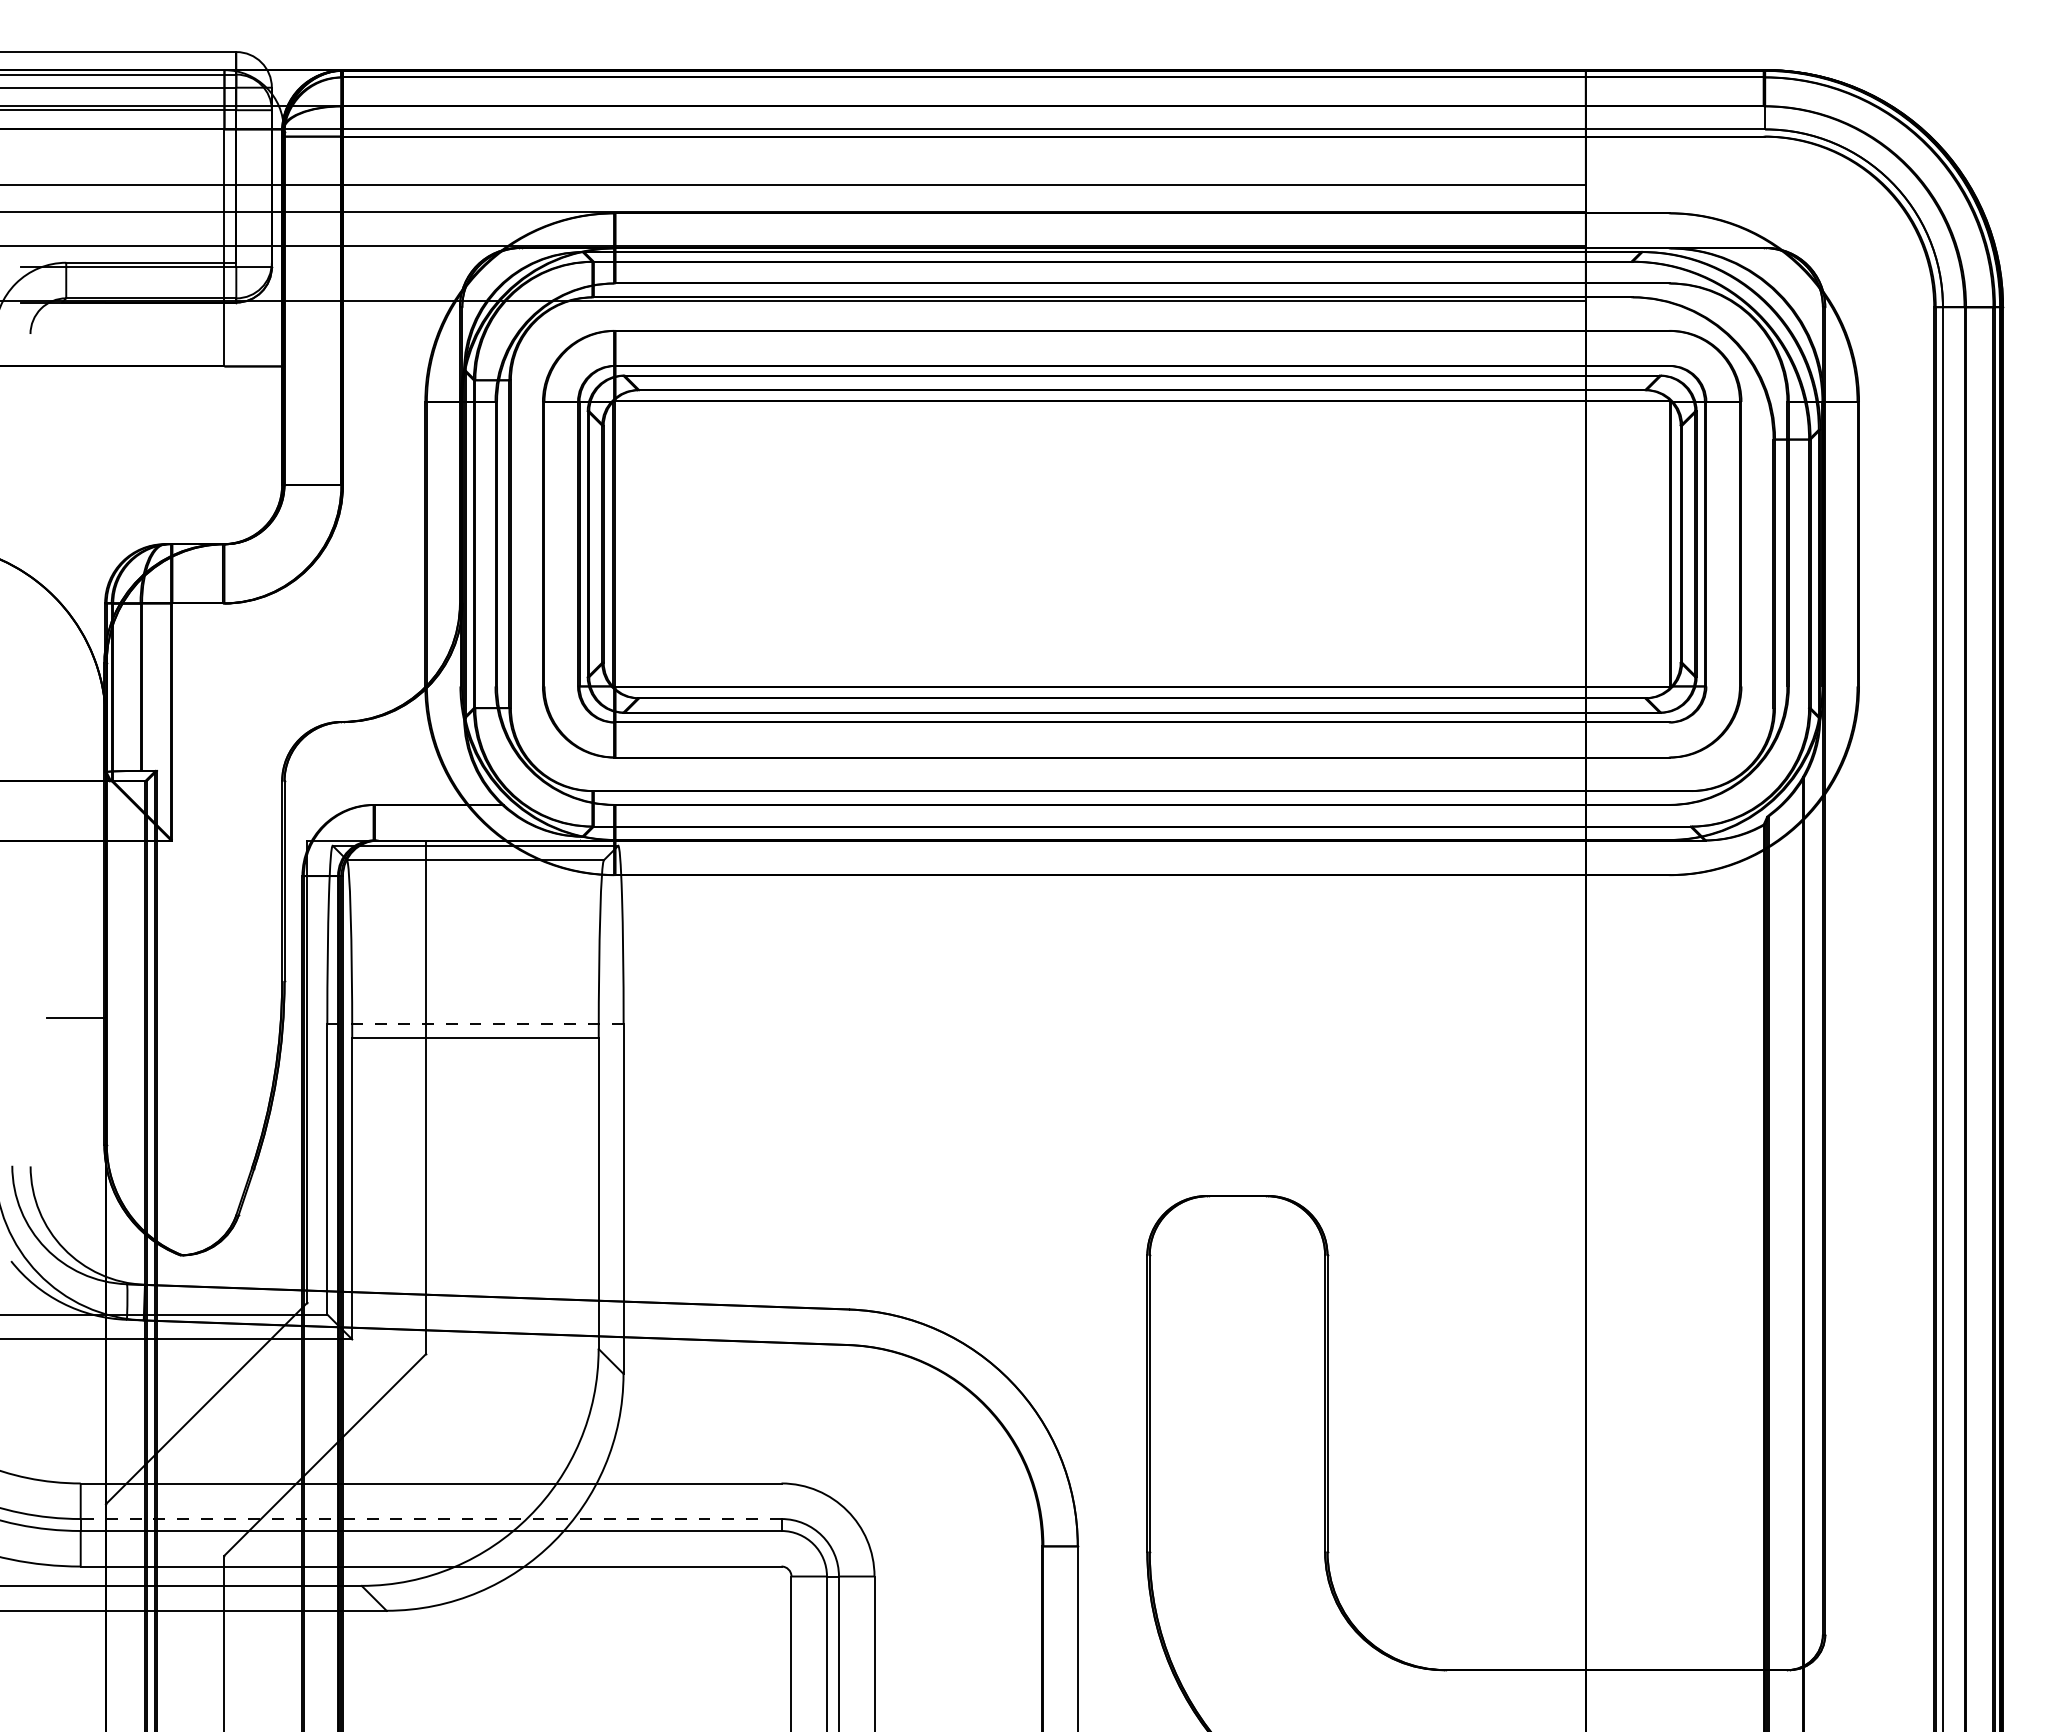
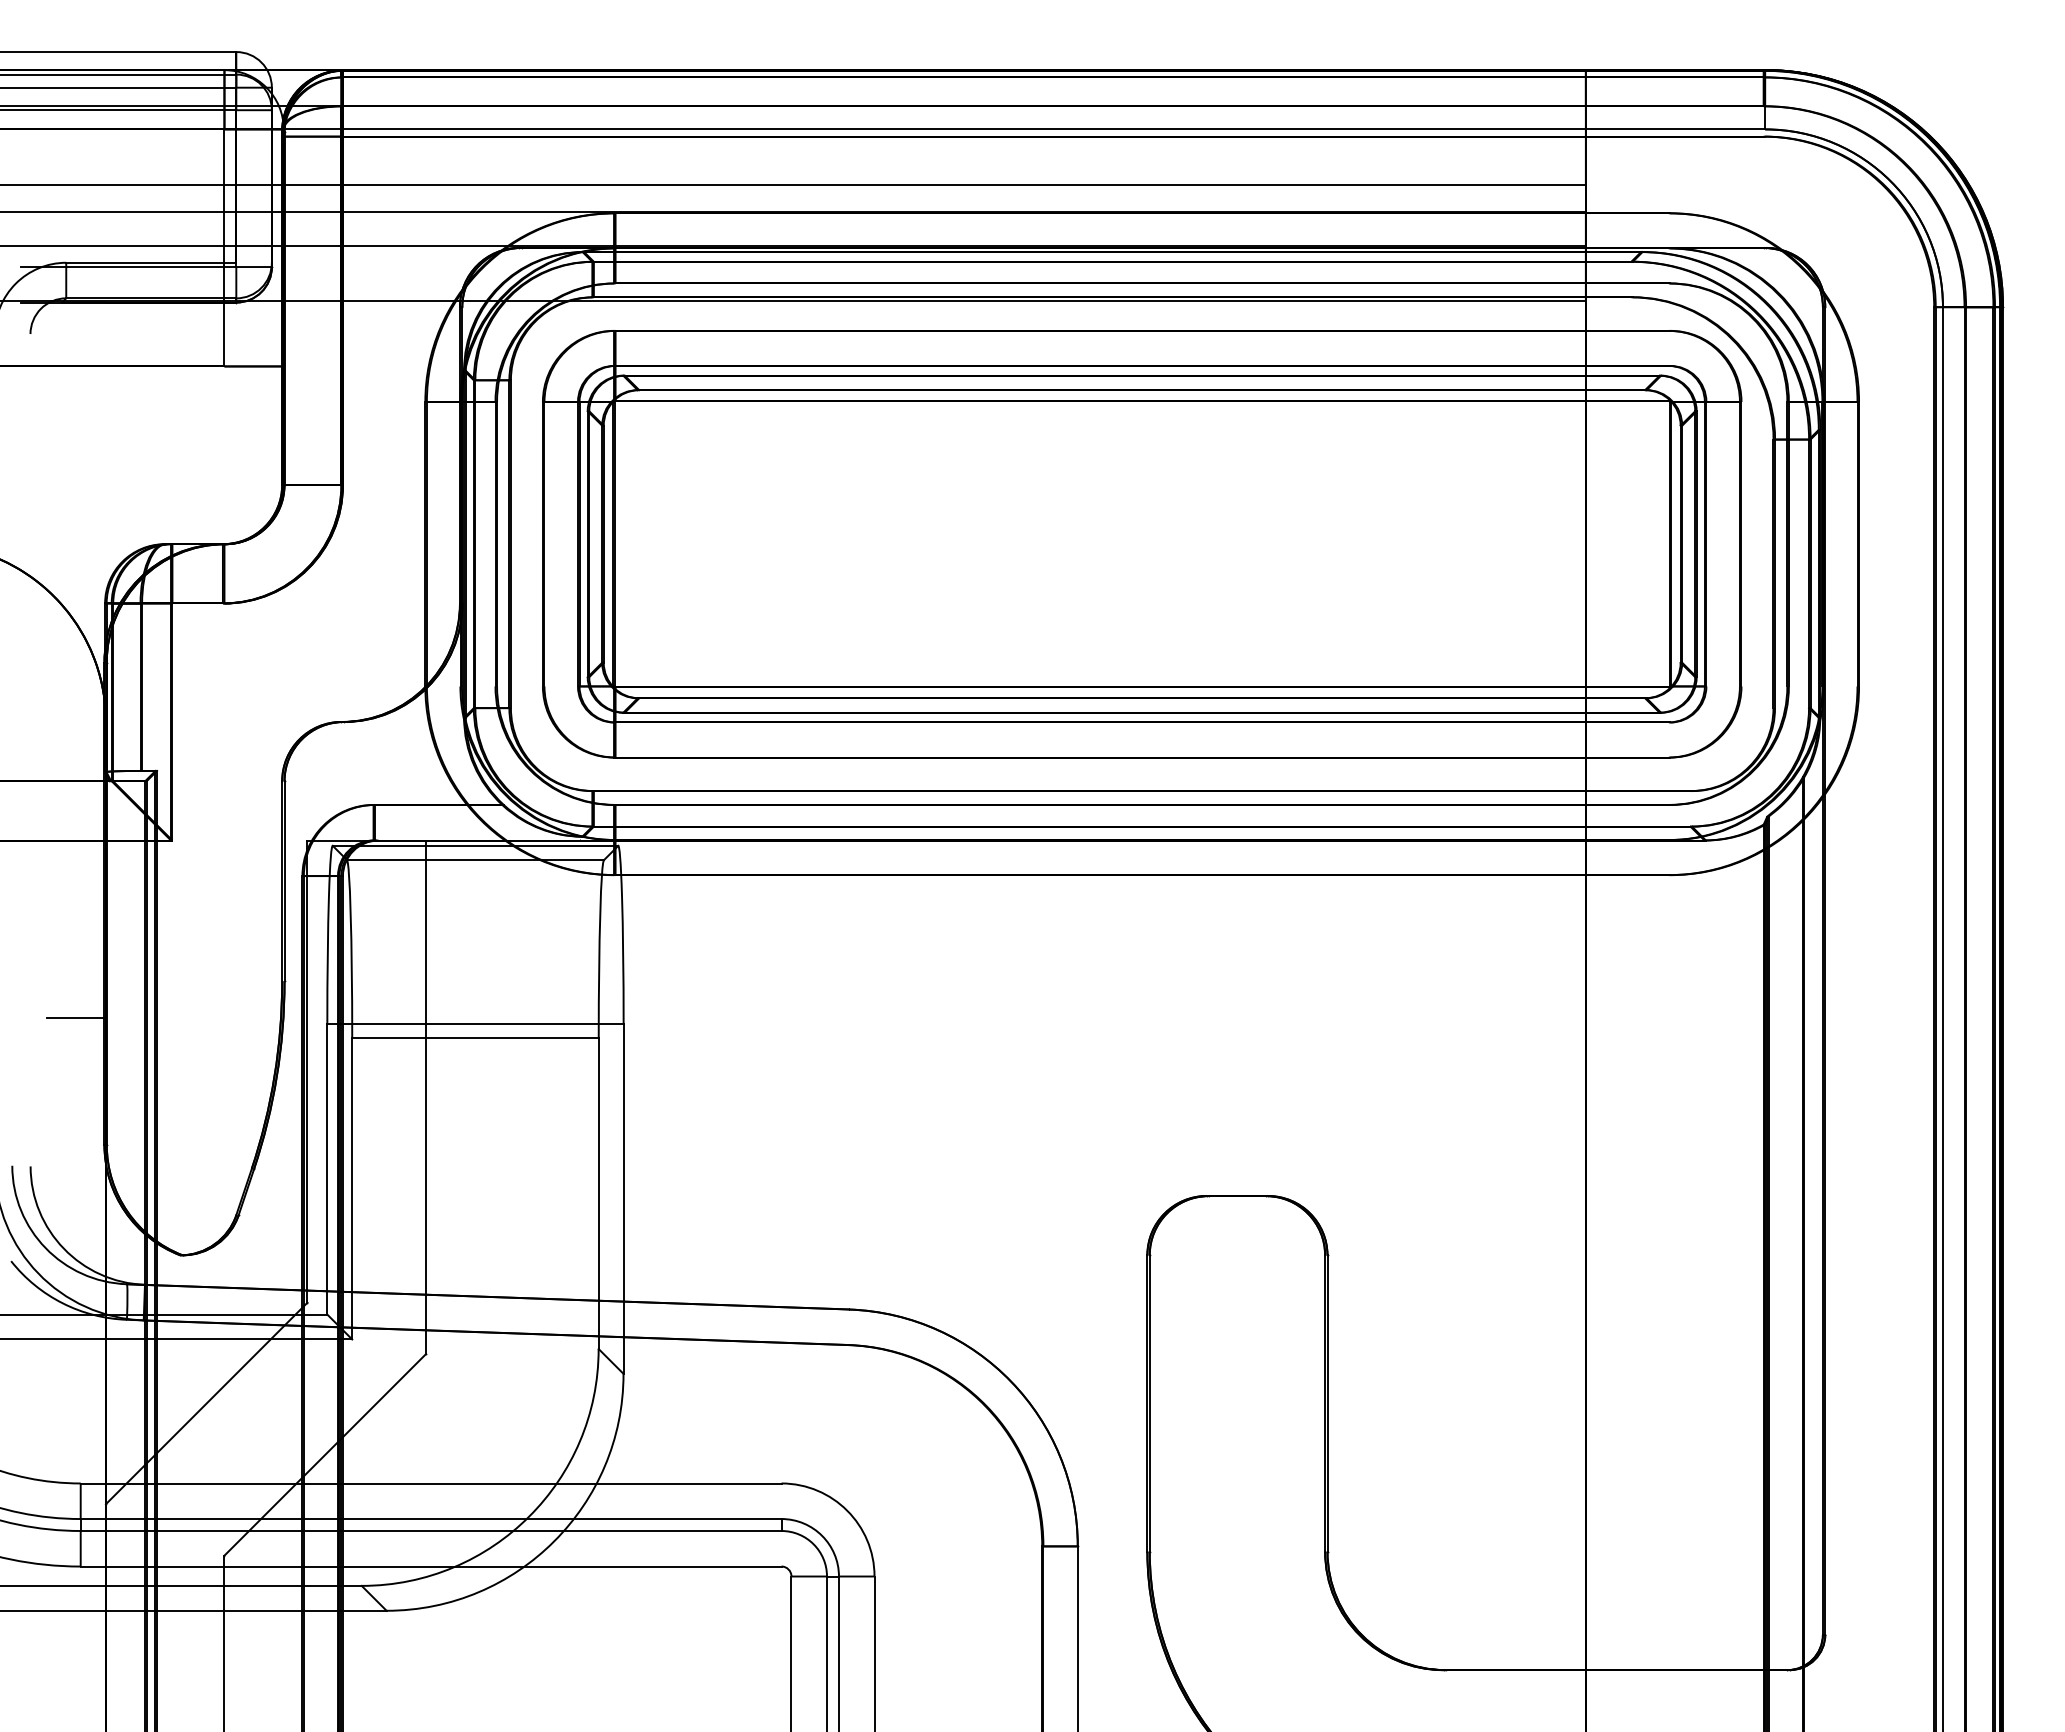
line at (475, 1023): dashed -> solid
line at (430, 1519): dashed -> solid
